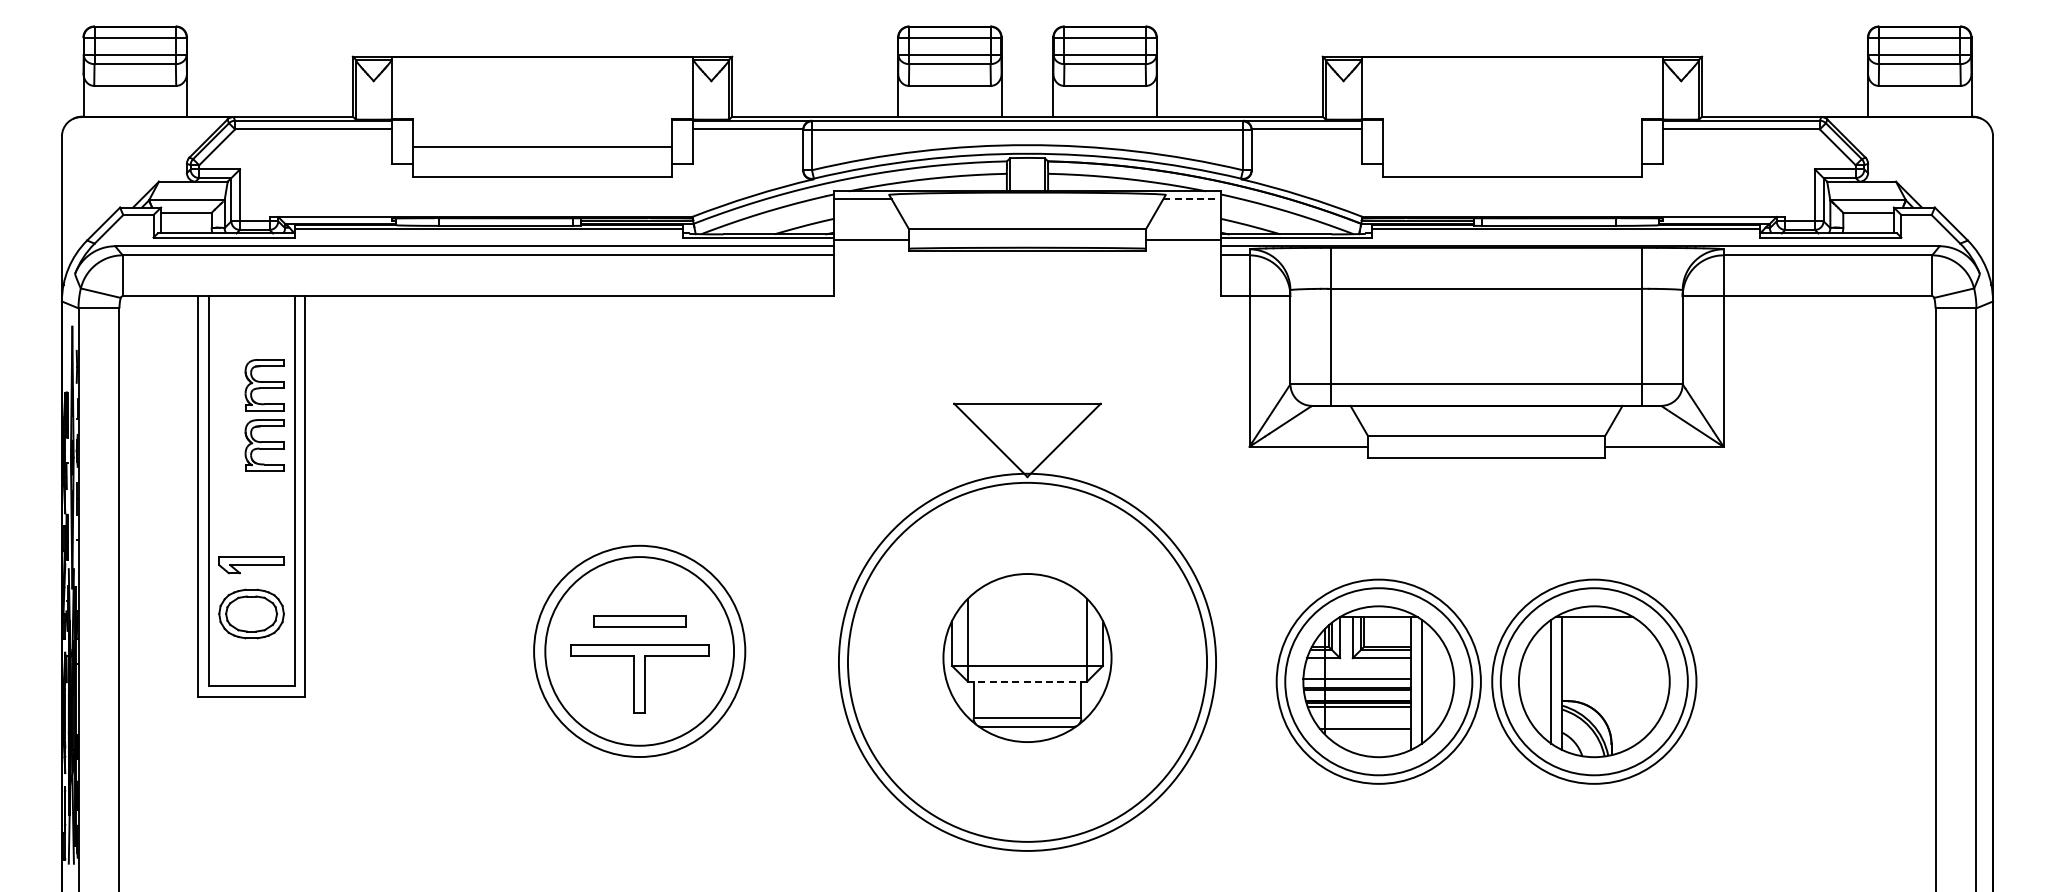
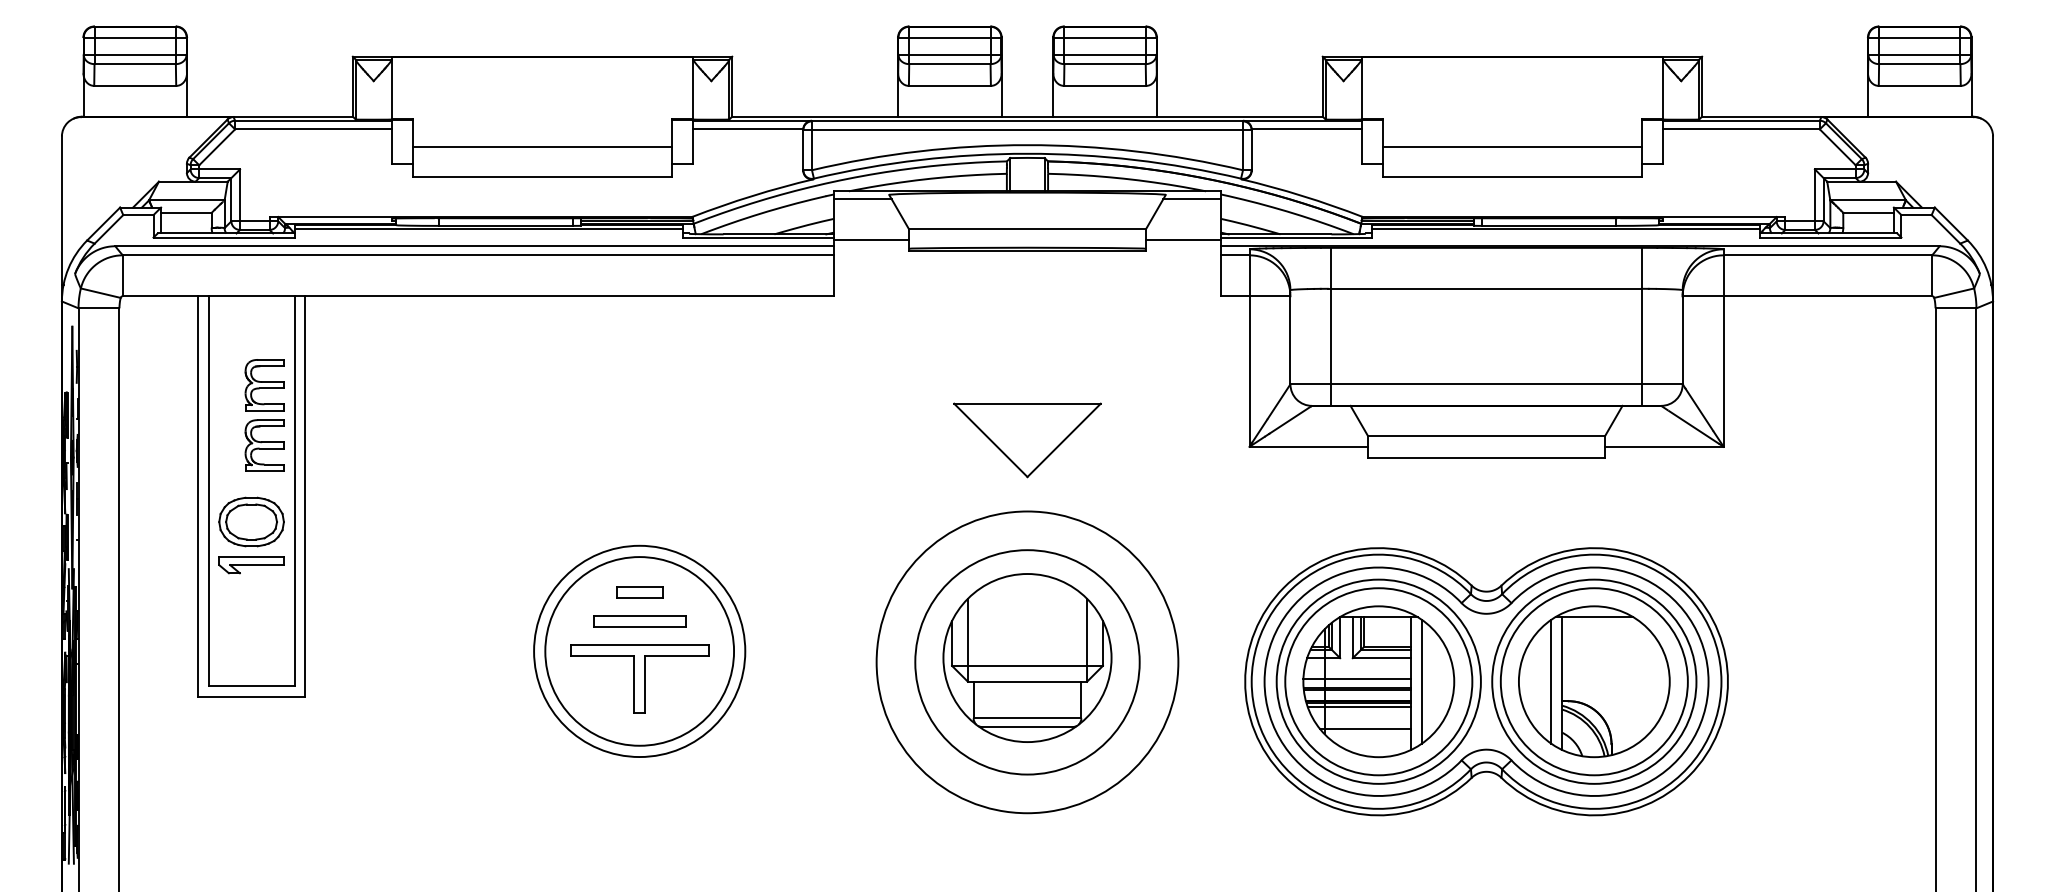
line at (1512, 147): none -> present
line at (1192, 199): dashed -> solid
part at (639, 592): none -> present
part at (251, 613) position: (251, 613) -> (251, 521)
circle at (1027, 661) diameter: 359 px -> 224 px
circle at (1027, 661) diameter: 377 px -> 302 px
line at (1027, 681): dashed -> solid
part at (1486, 681): none -> present
